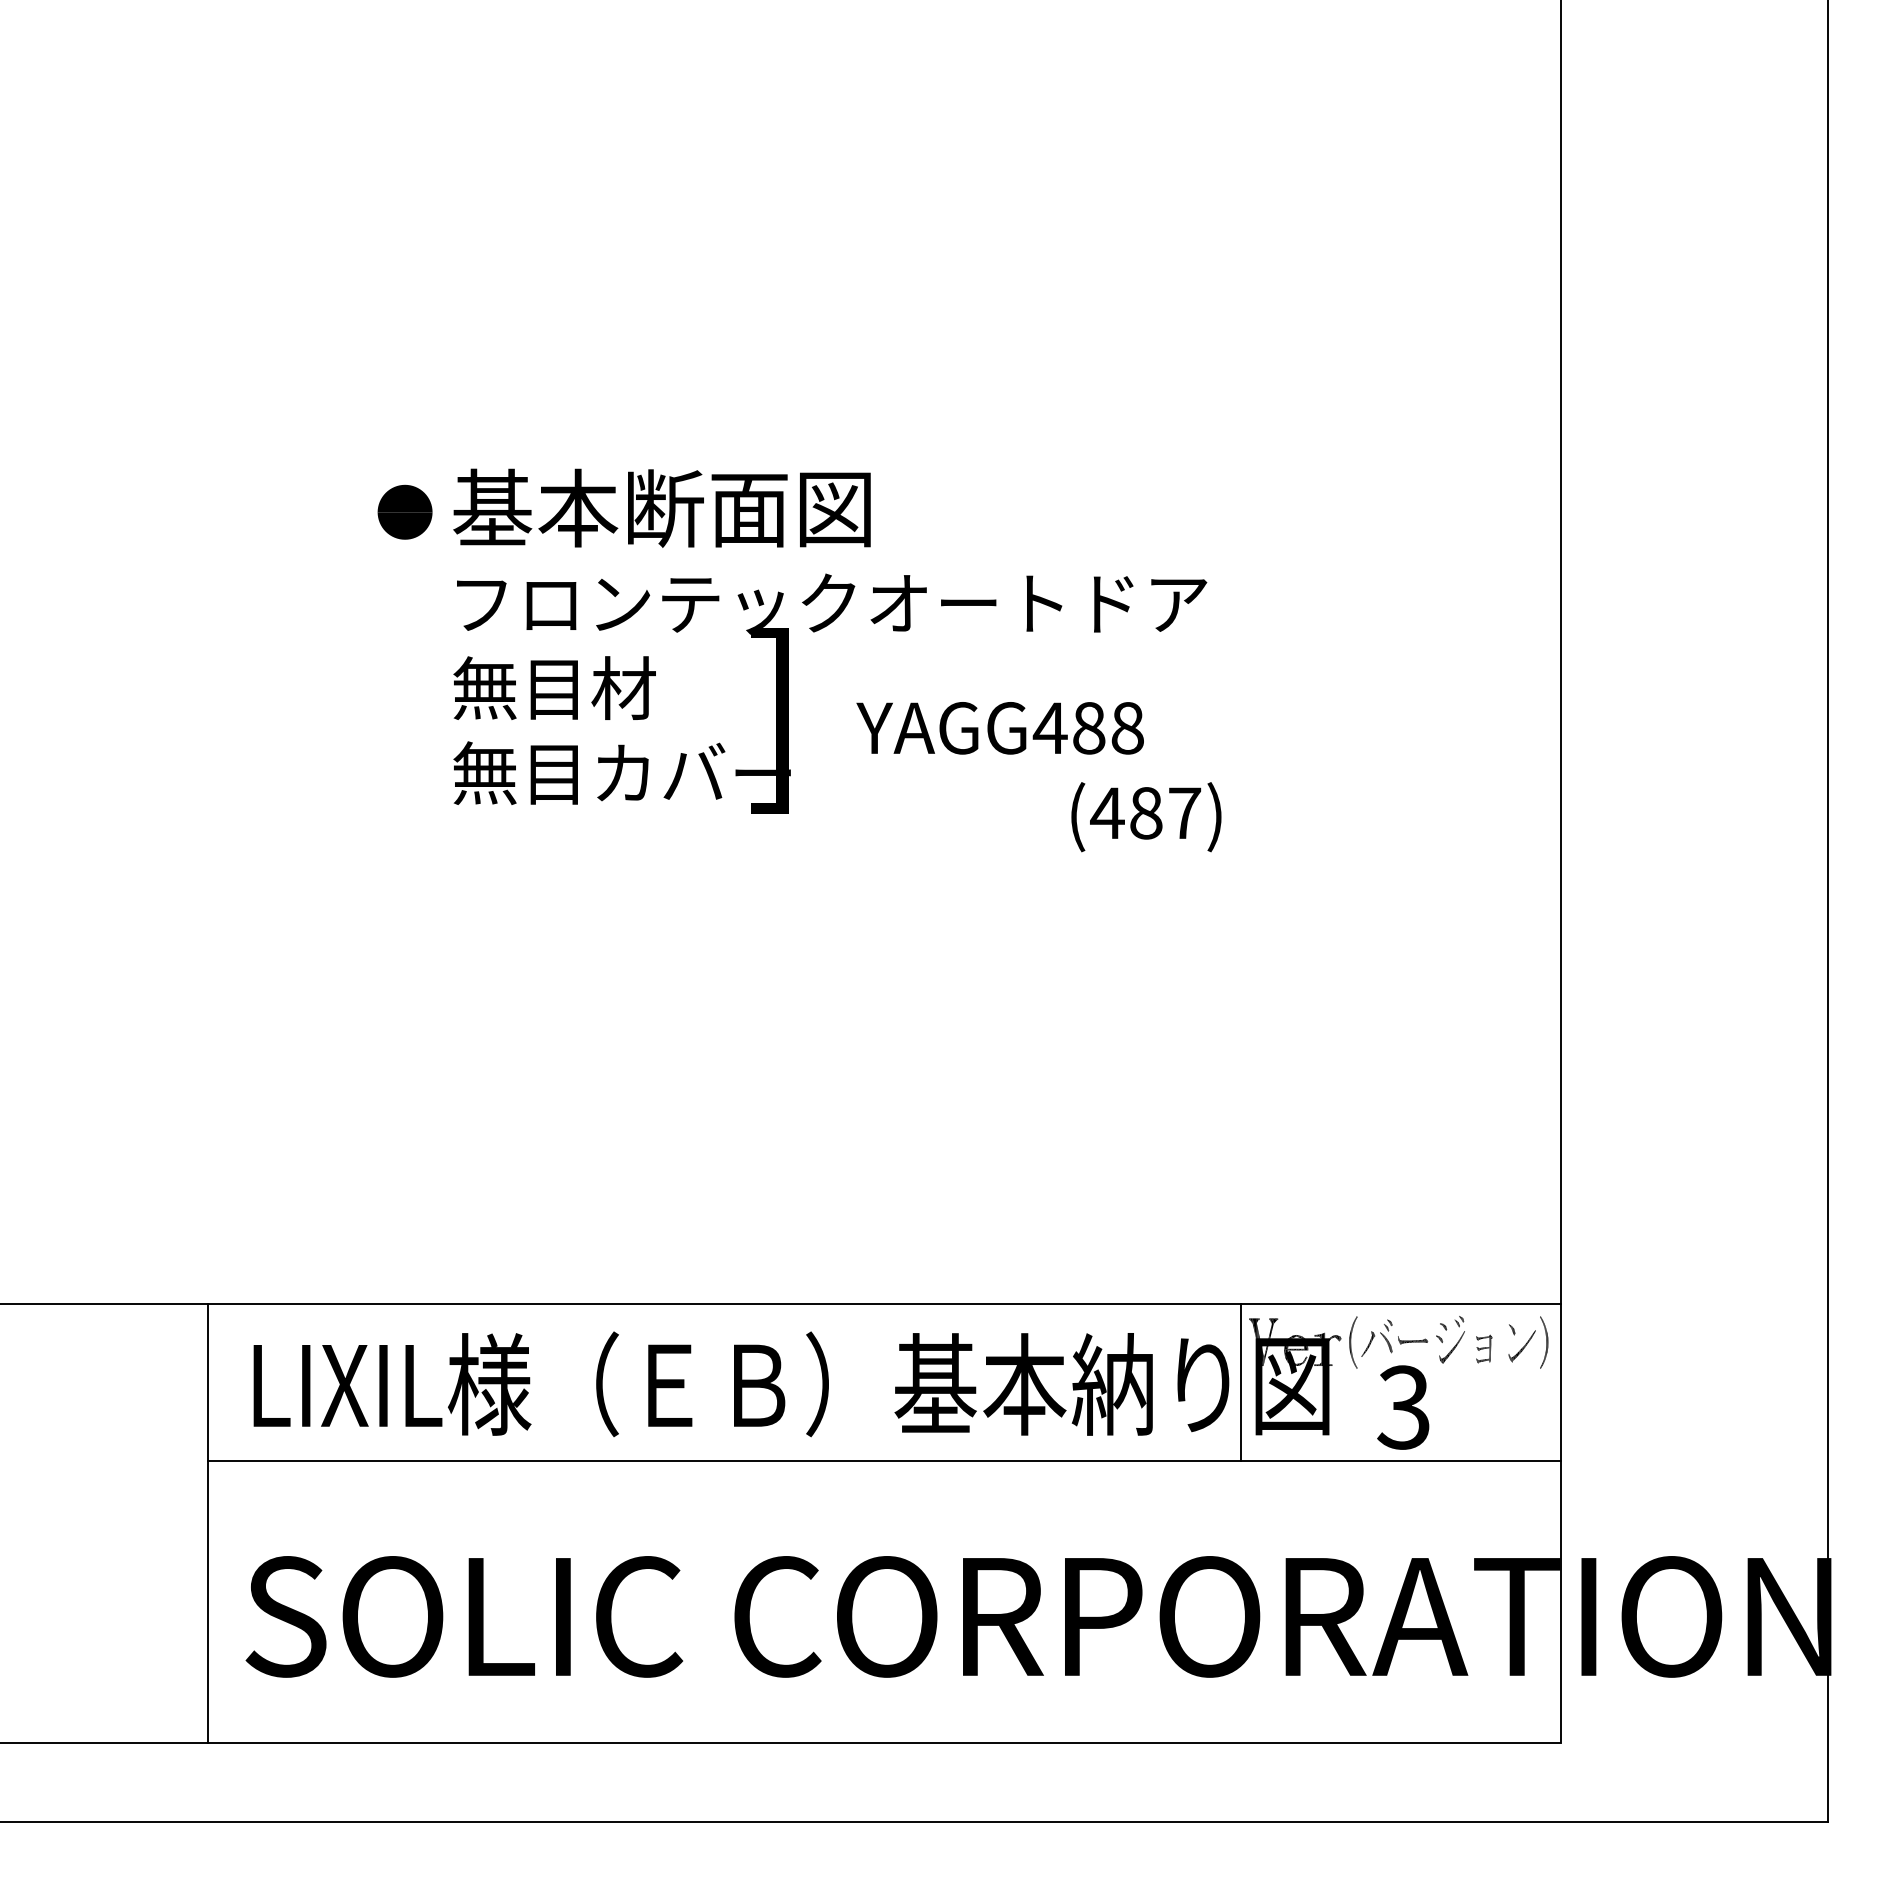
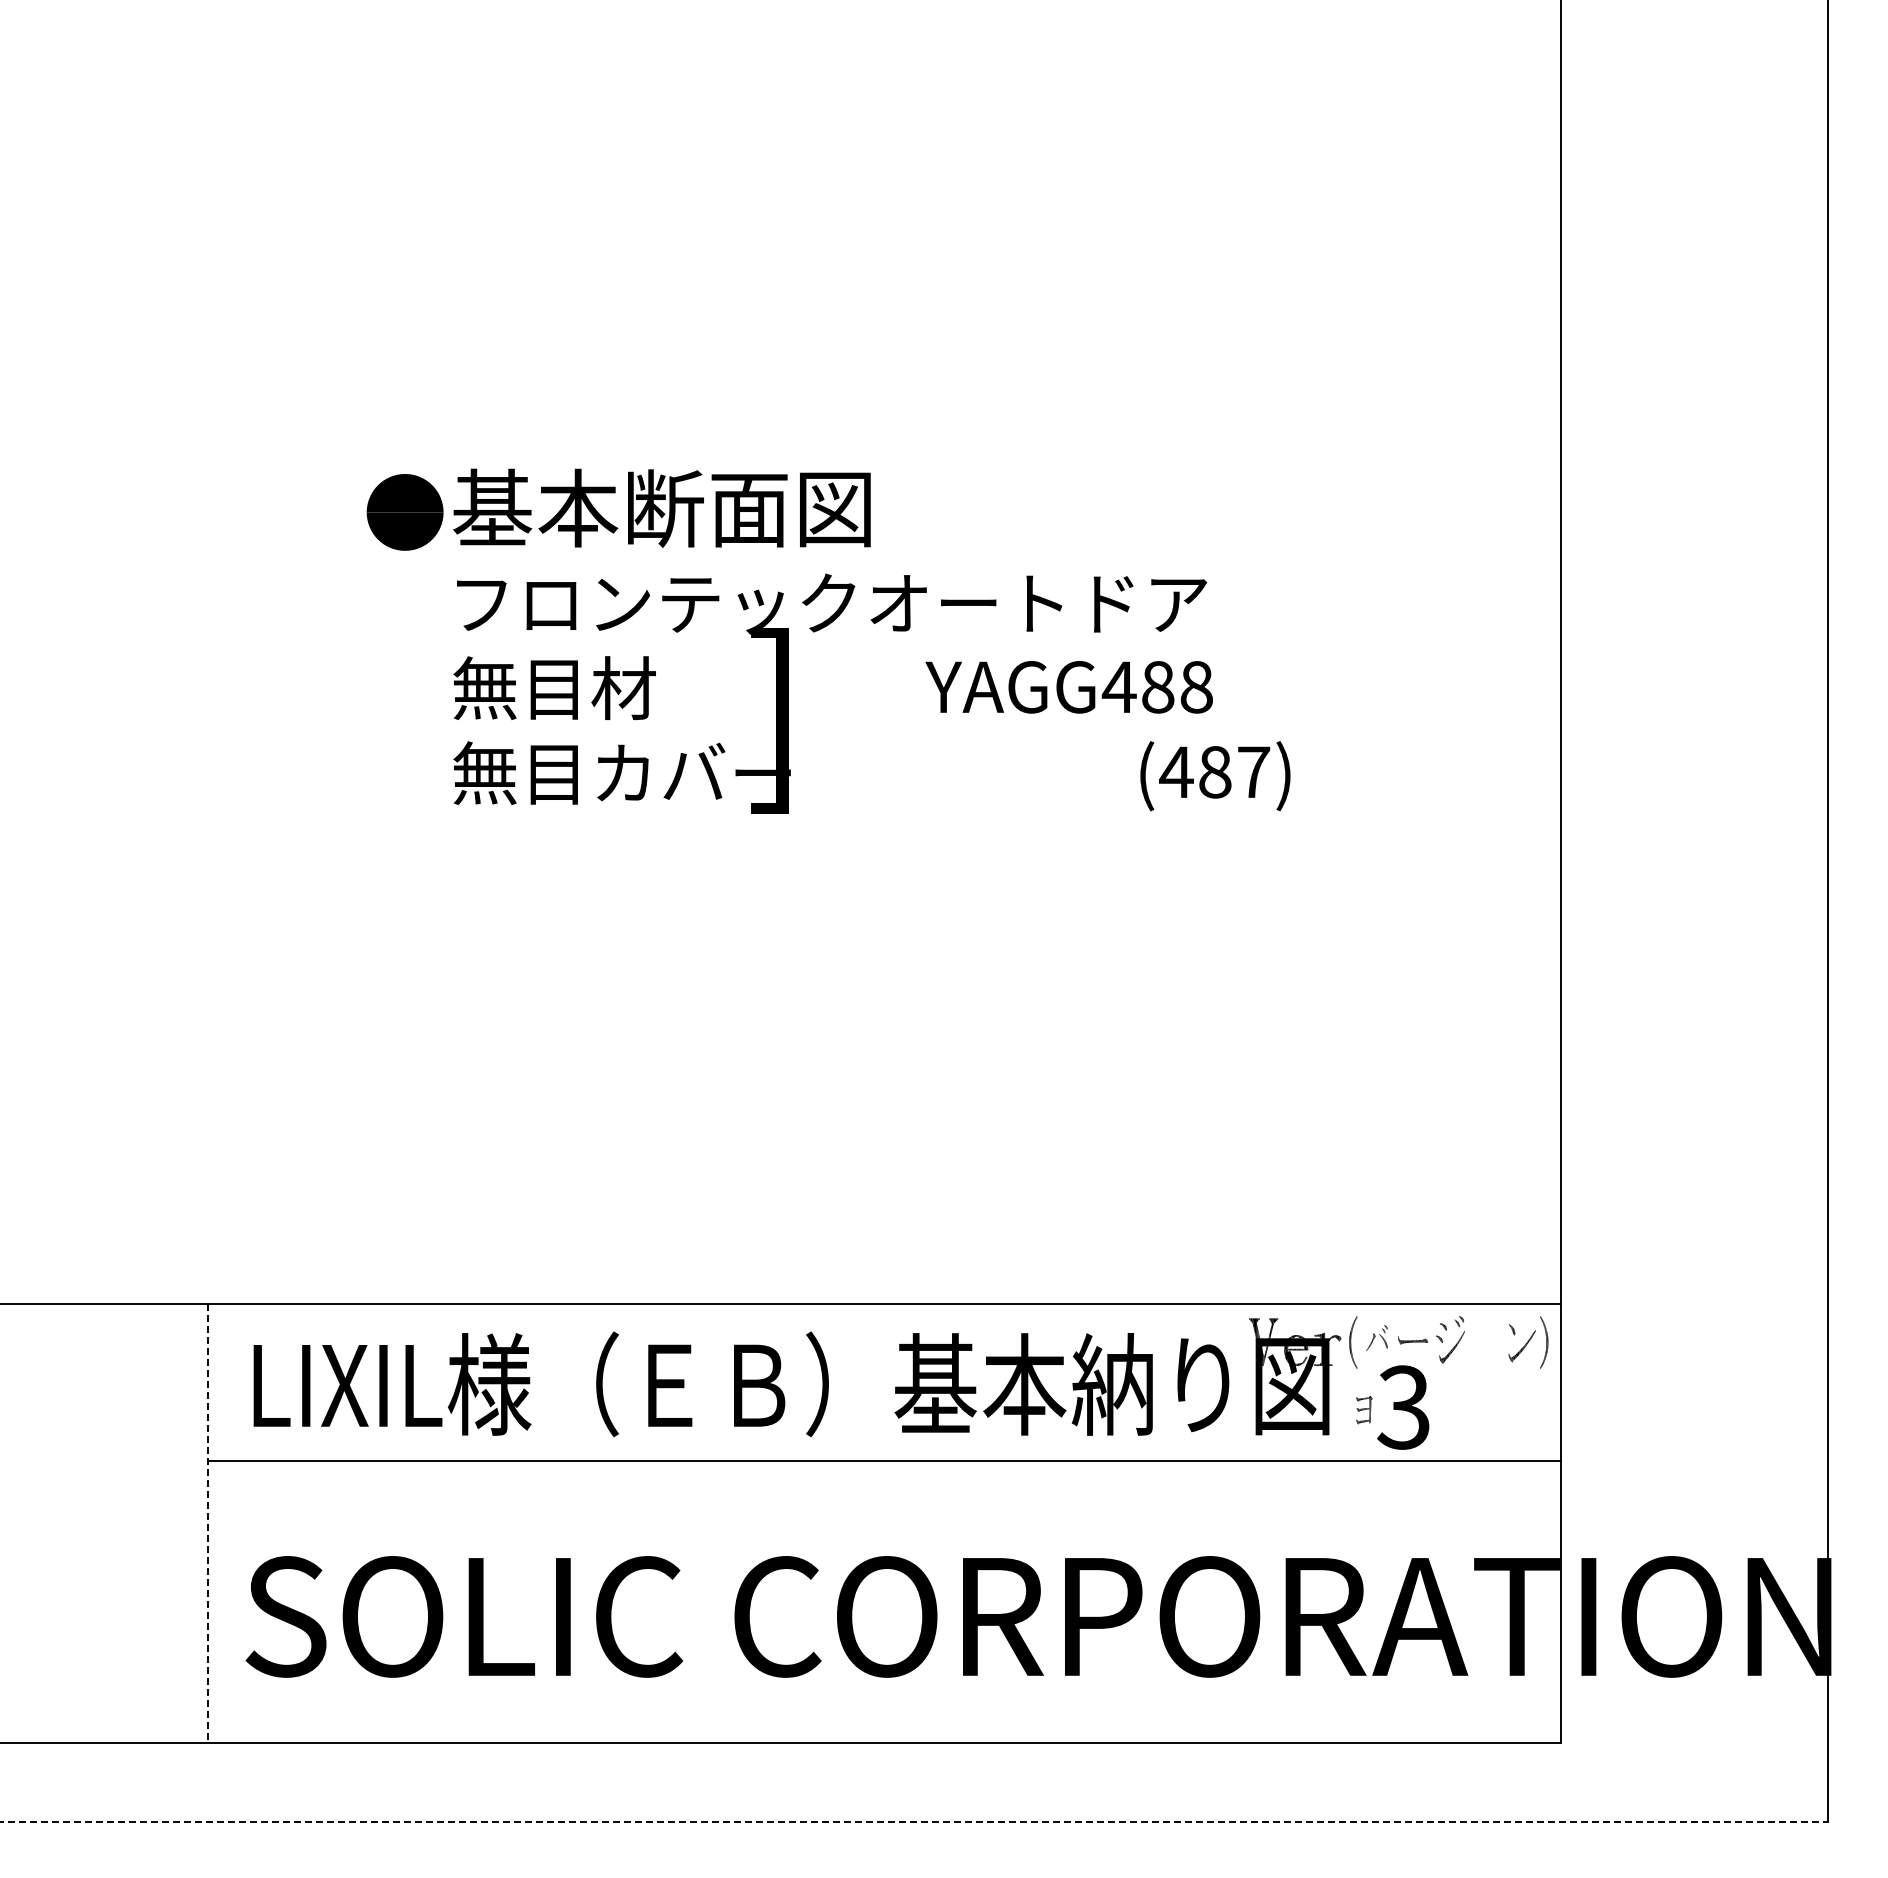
part at (404, 511) size: 56x56 px -> 78x77 px
text at (1038, 777) position: (1038, 777) -> (1107, 736)
part at (1376, 1337) size: 32x38 px -> 22x27 px
part at (1484, 1348) position: (1484, 1348) -> (1364, 1409)
line at (1241, 1381): present -> none
line at (207, 1523): solid -> dashed
line at (914, 1821): solid -> dashed
